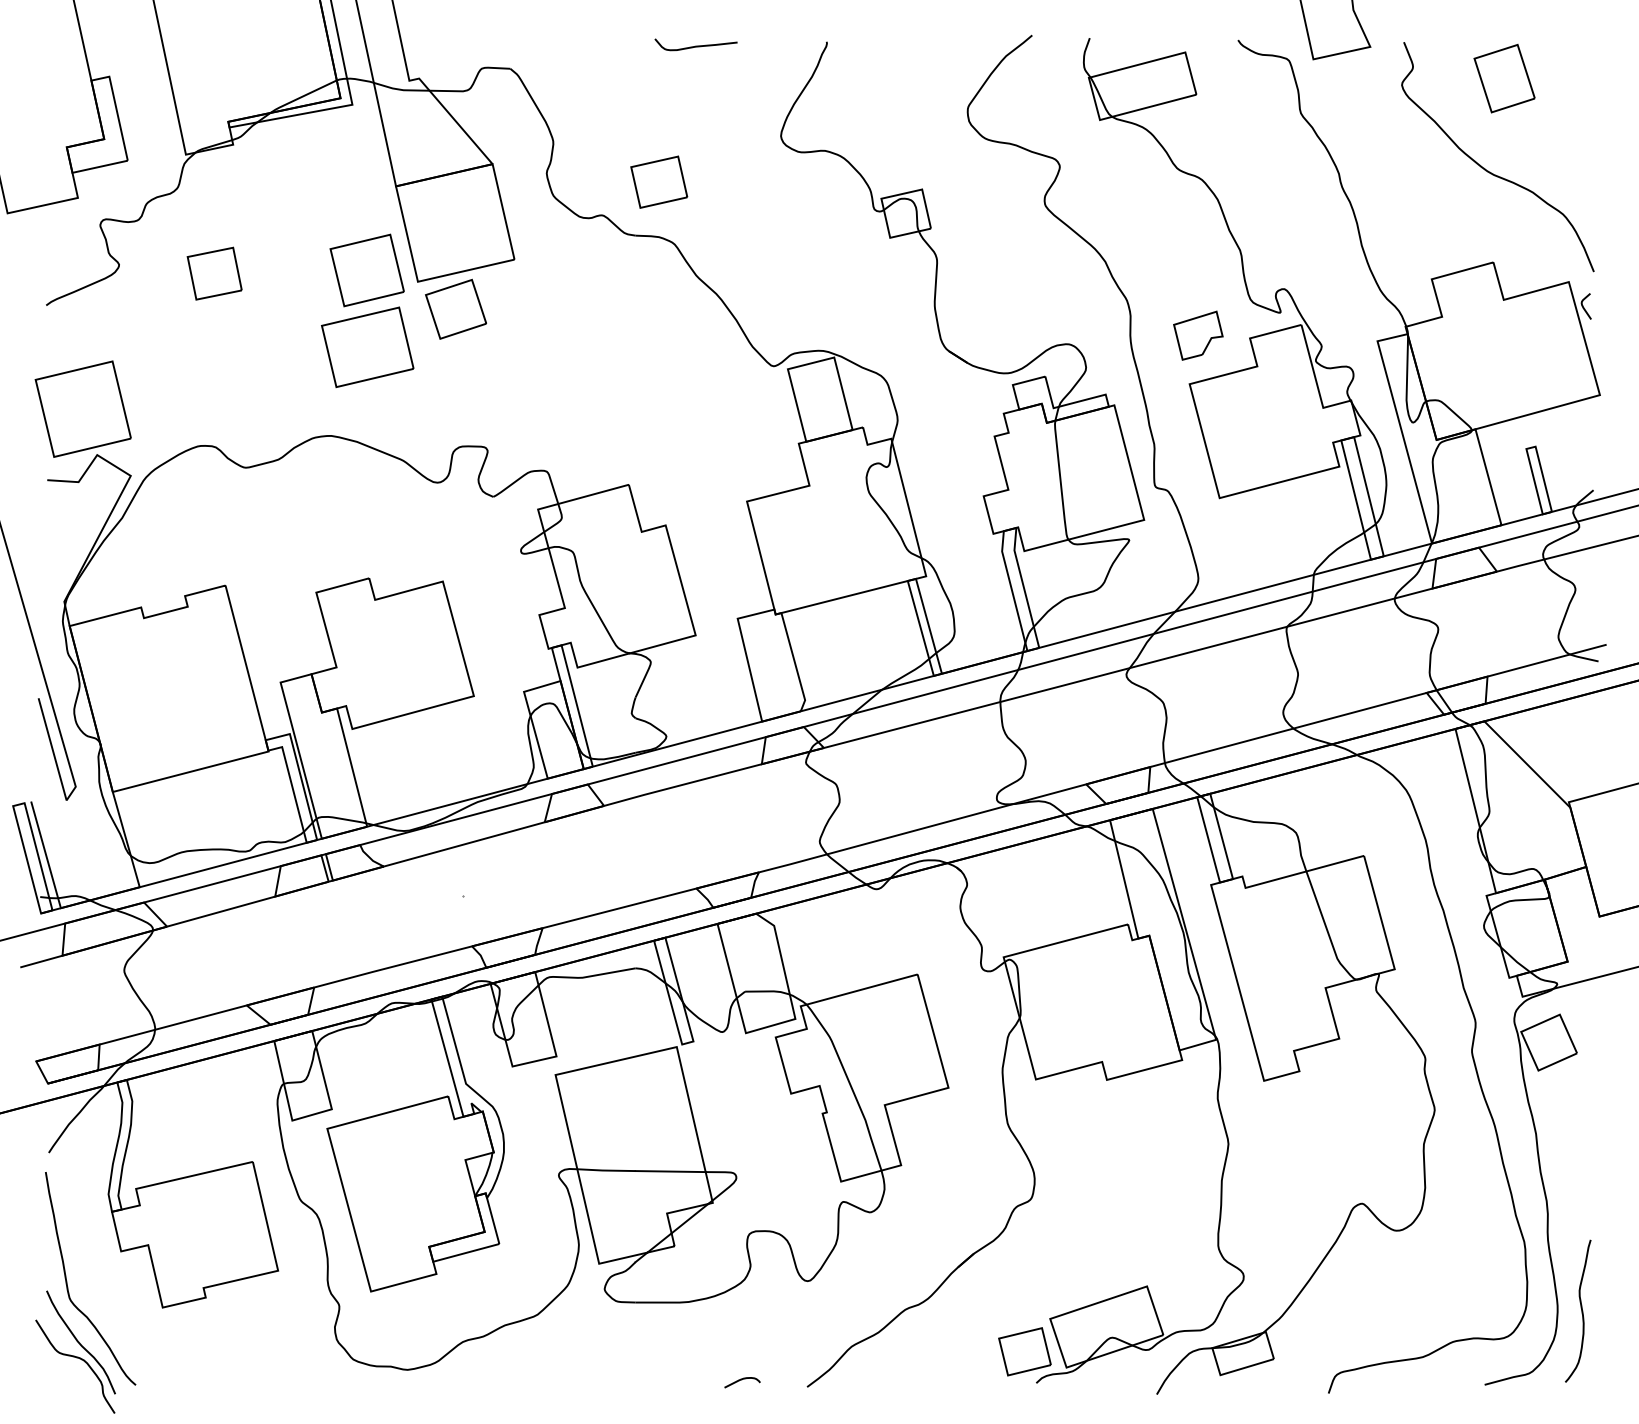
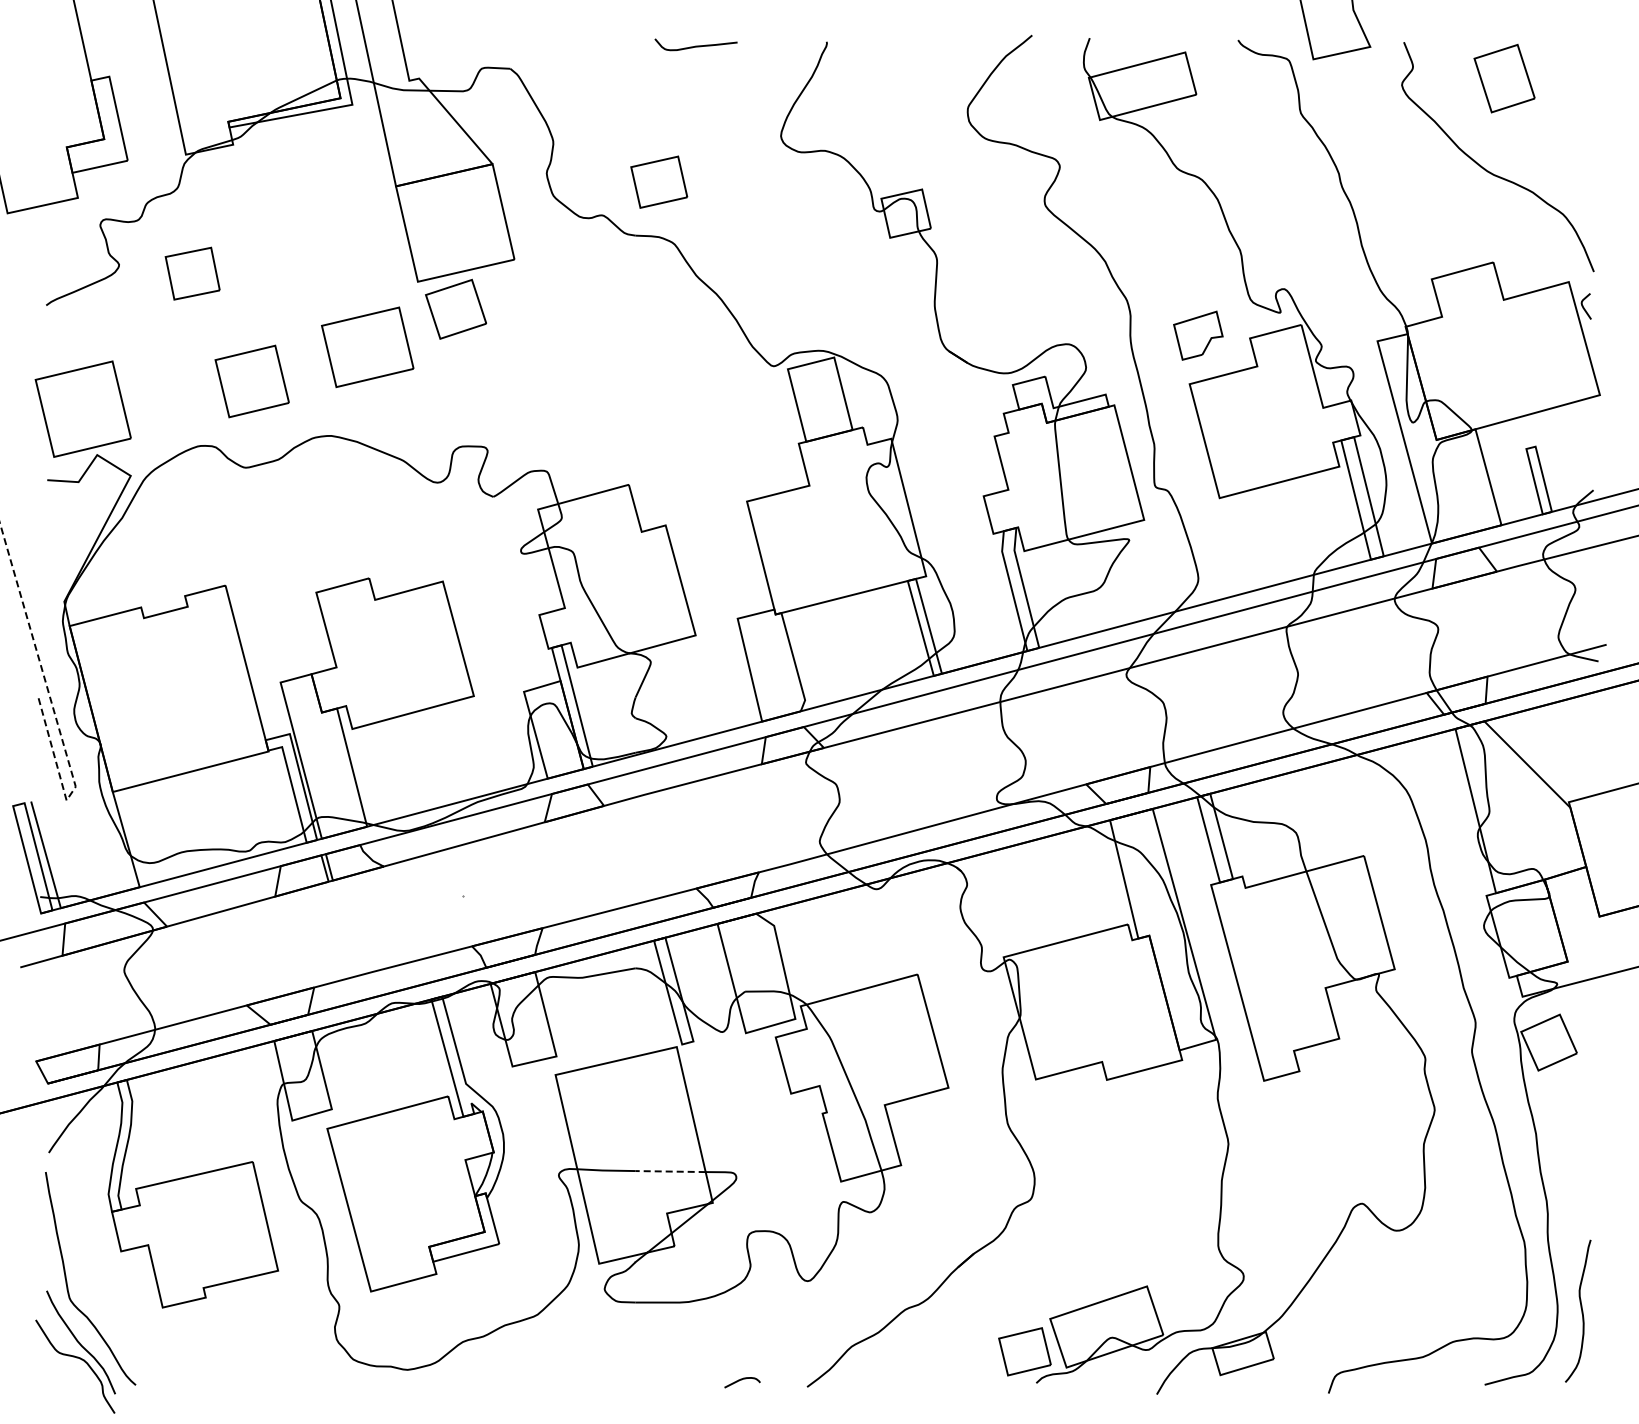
part at (366, 270) position: (366, 270) -> (251, 381)
part at (214, 273) position: (214, 273) -> (192, 273)
line at (55, 714): solid -> dashed
line at (670, 1171): solid -> dashed
